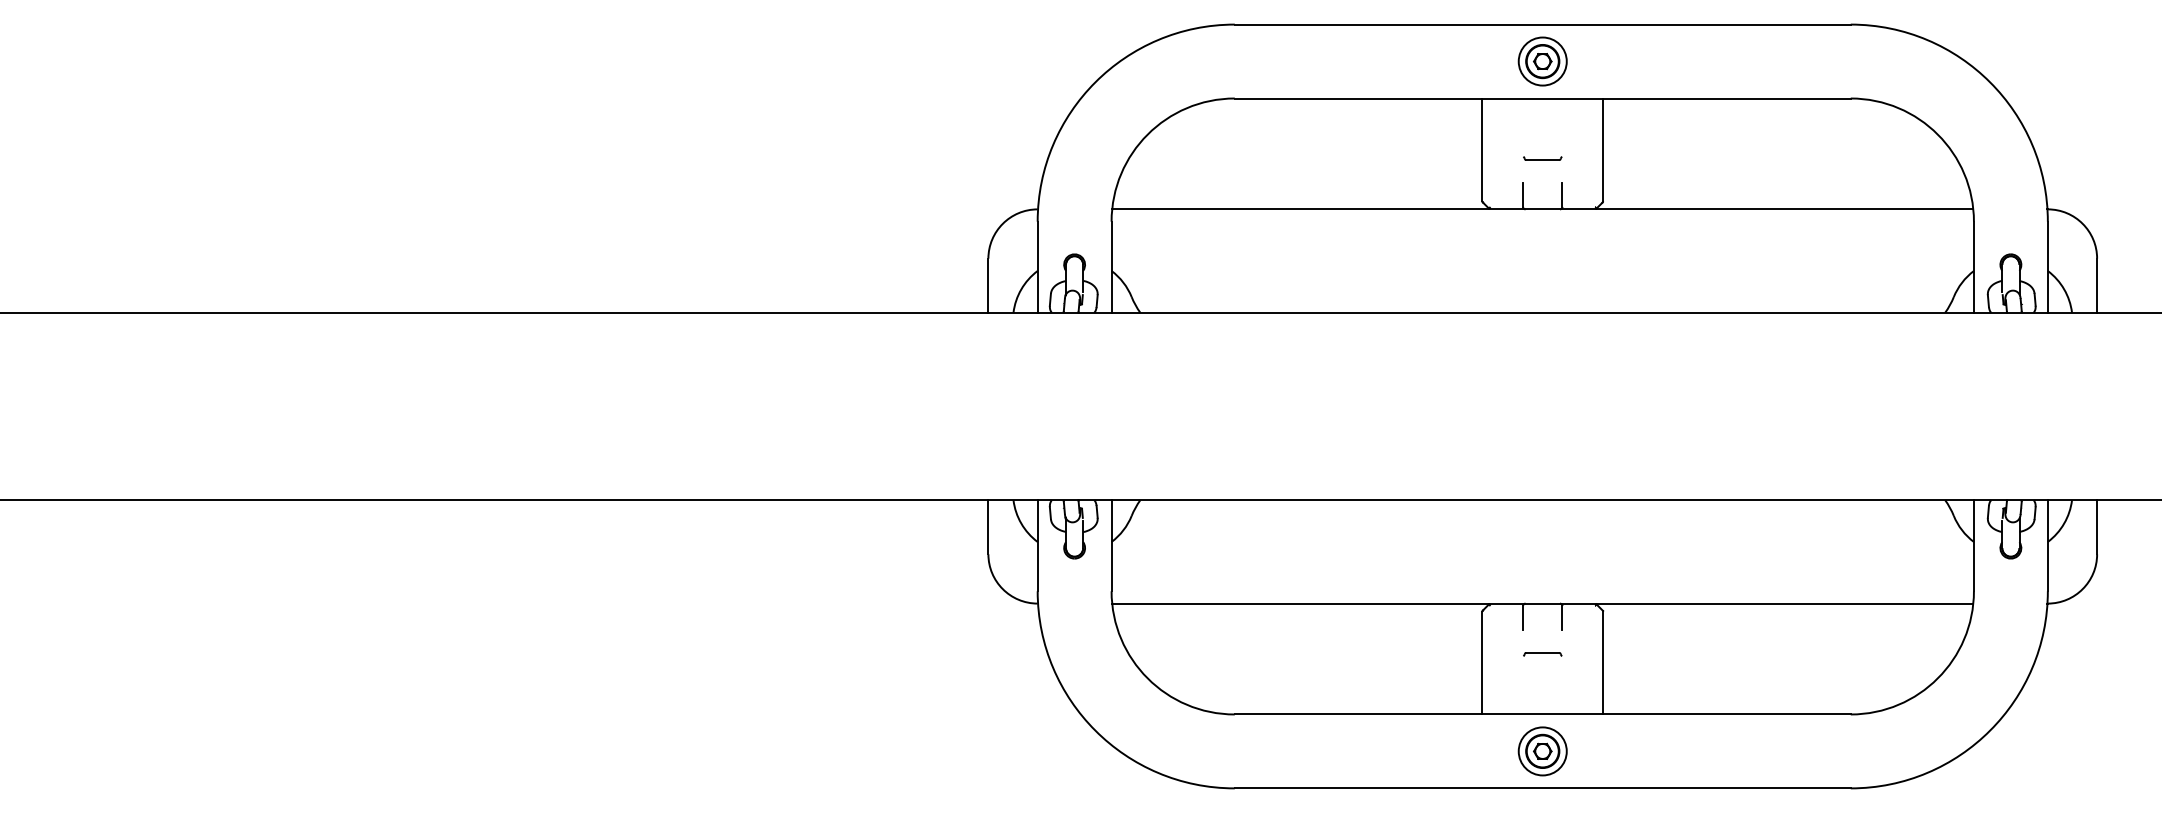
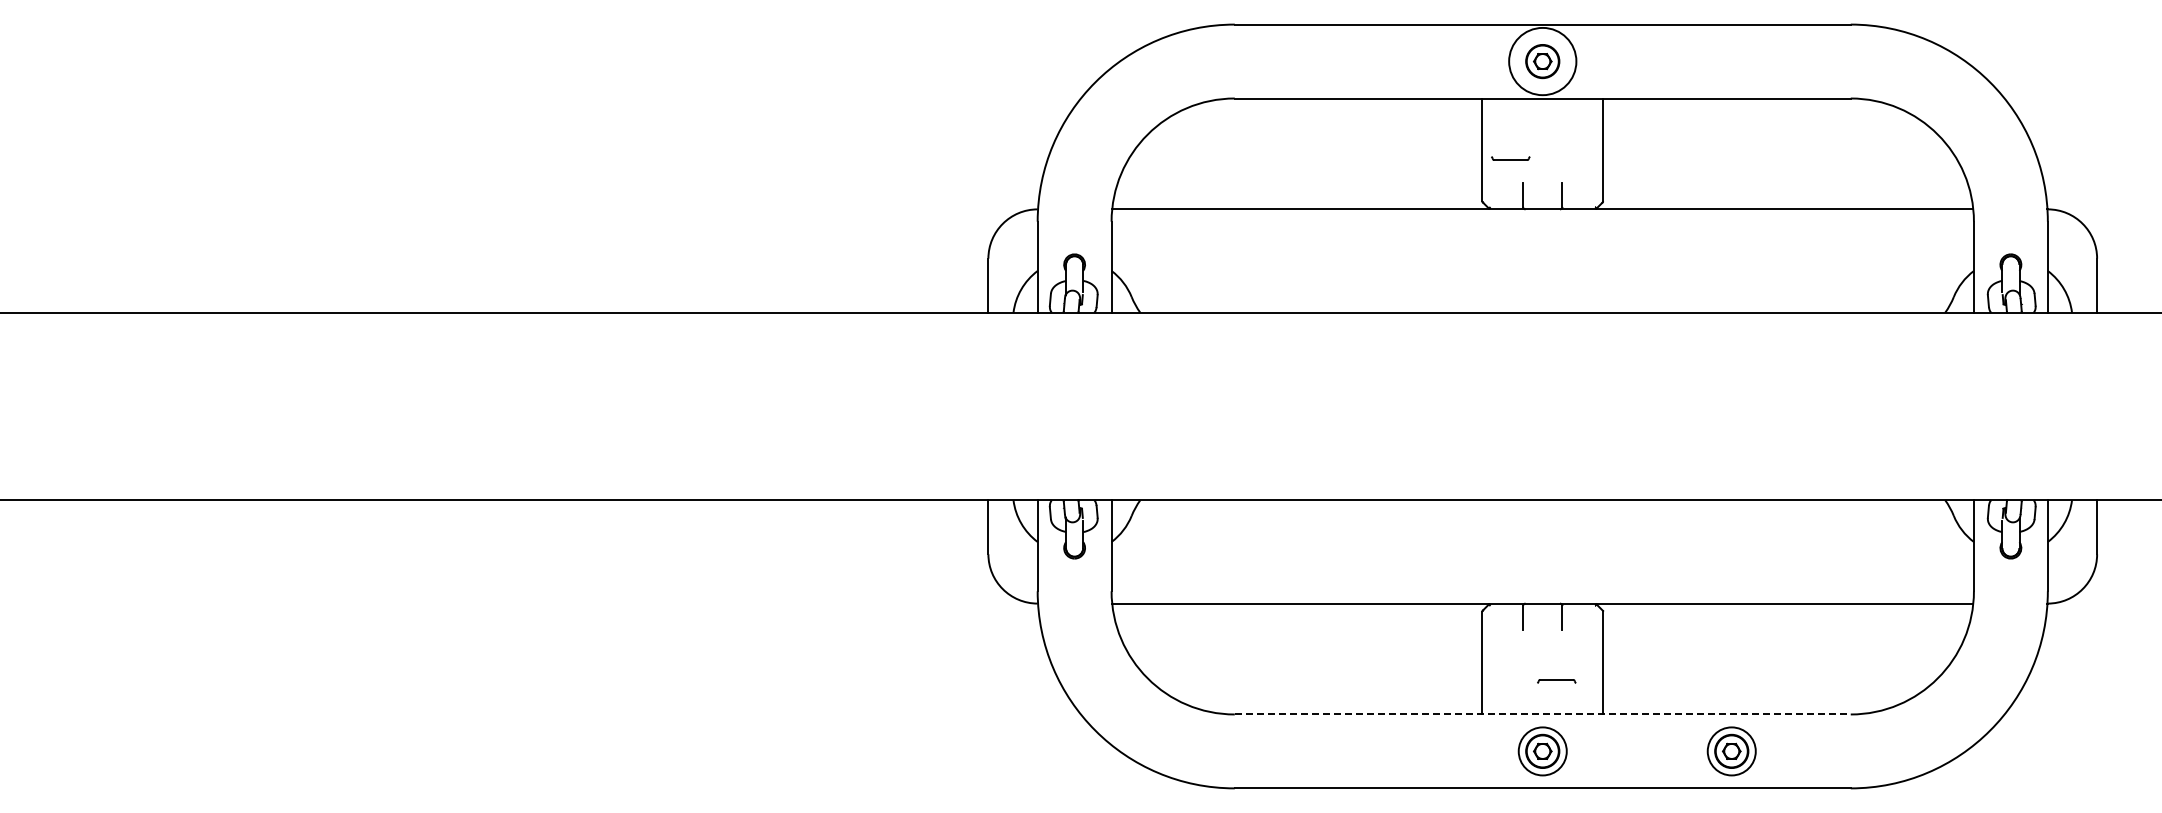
circle at (1542, 61) diameter: 48 px -> 67 px
part at (1542, 158) position: (1542, 158) -> (1510, 158)
part at (1542, 654) position: (1542, 654) -> (1556, 681)
line at (1542, 714): solid -> dashed
part at (1731, 751): none -> present
